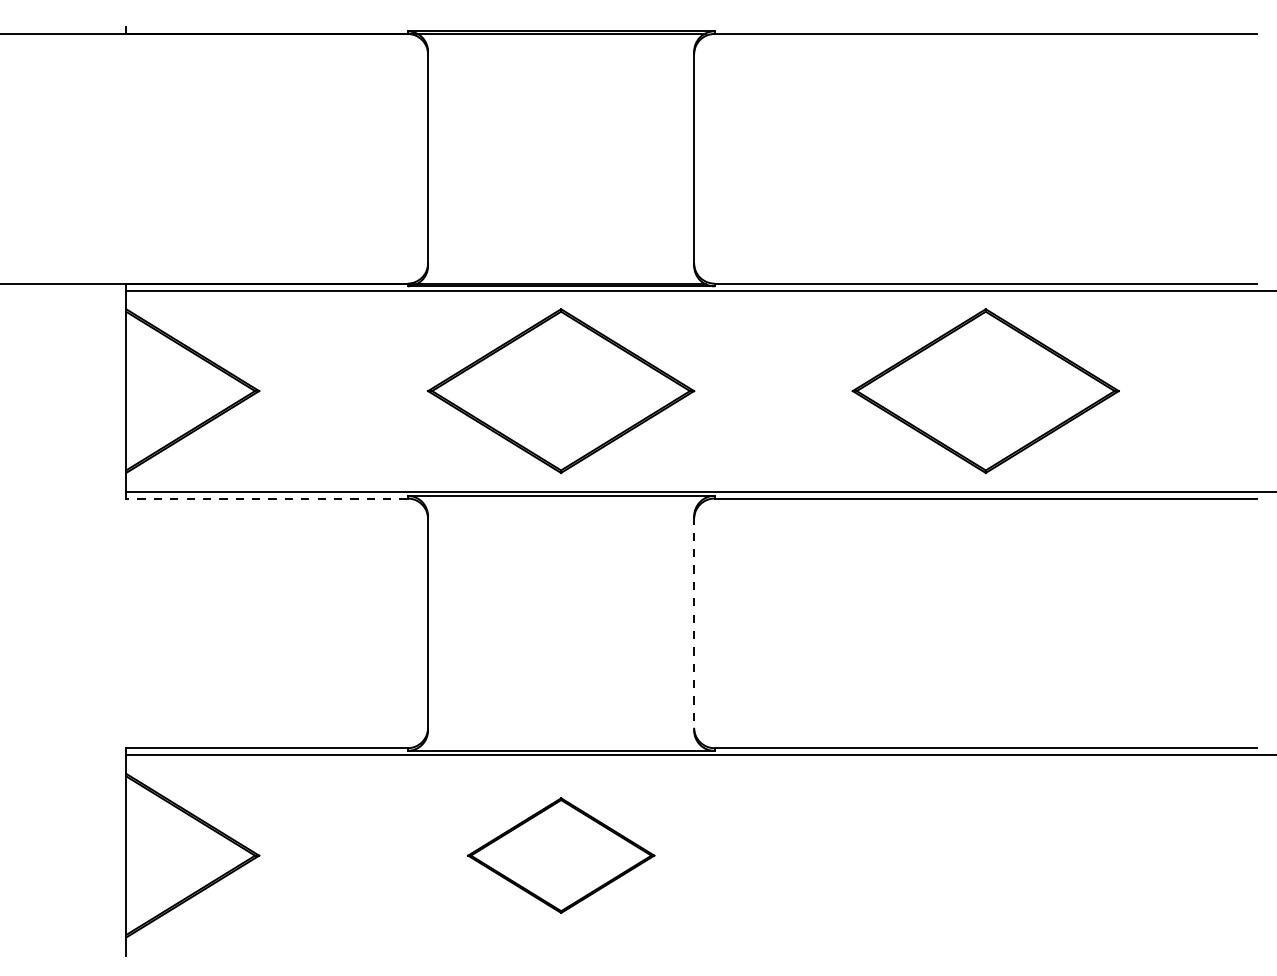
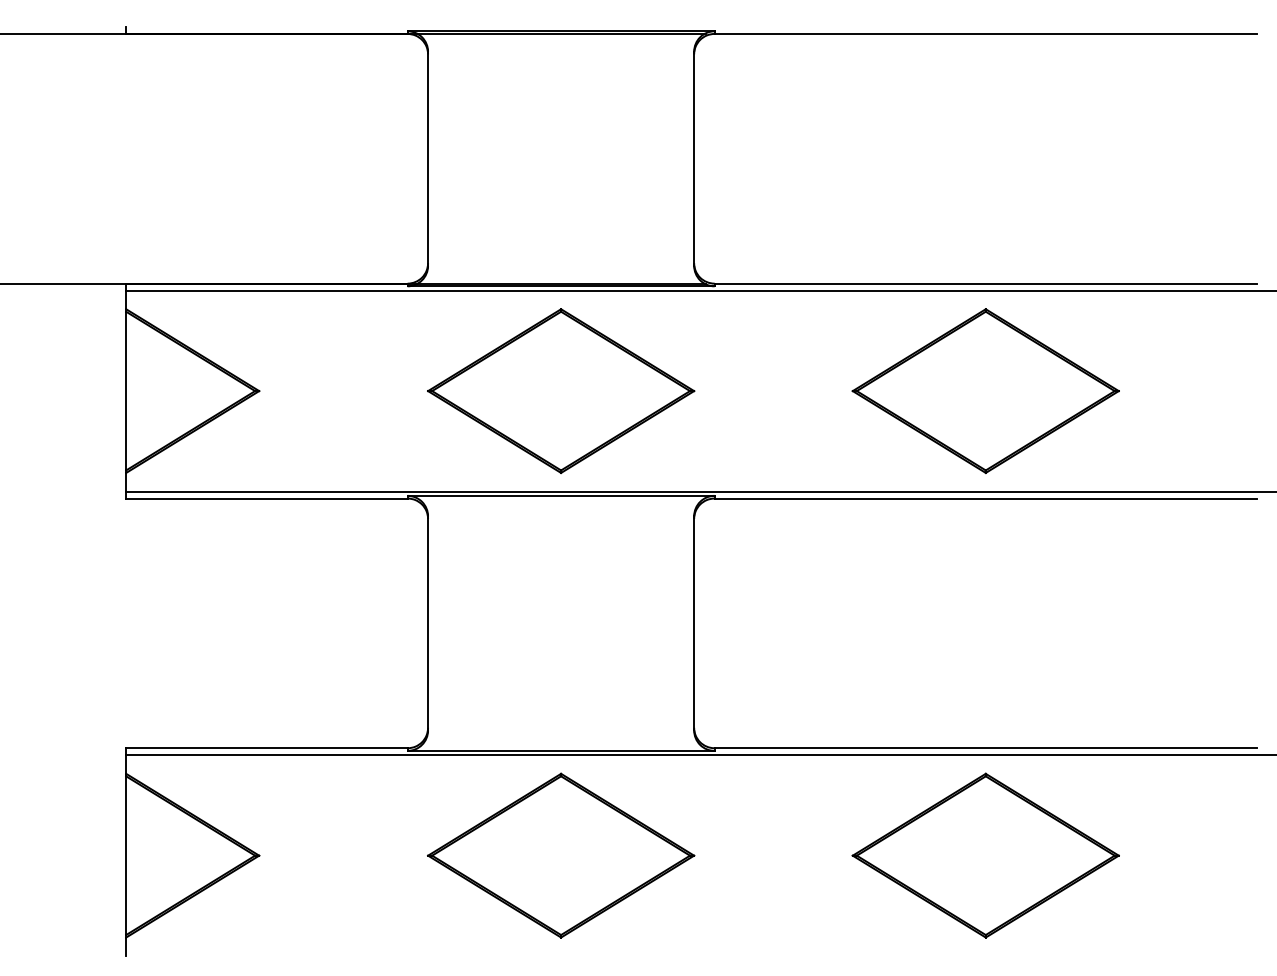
line at (266, 498): dashed -> solid
line at (694, 623): dashed -> solid
part at (561, 855) size: 189x117 px -> 269x167 px
part at (985, 855): none -> present
